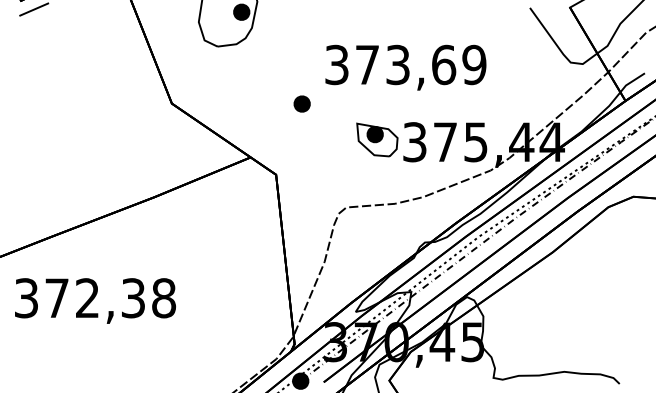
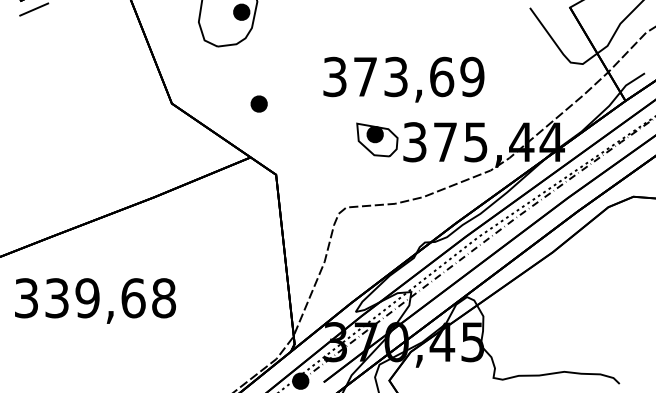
text at (405, 67) position: (405, 67) -> (403, 79)
part at (301, 103) position: (301, 103) -> (258, 103)
text at (95, 298): 372,38 -> 339,68
